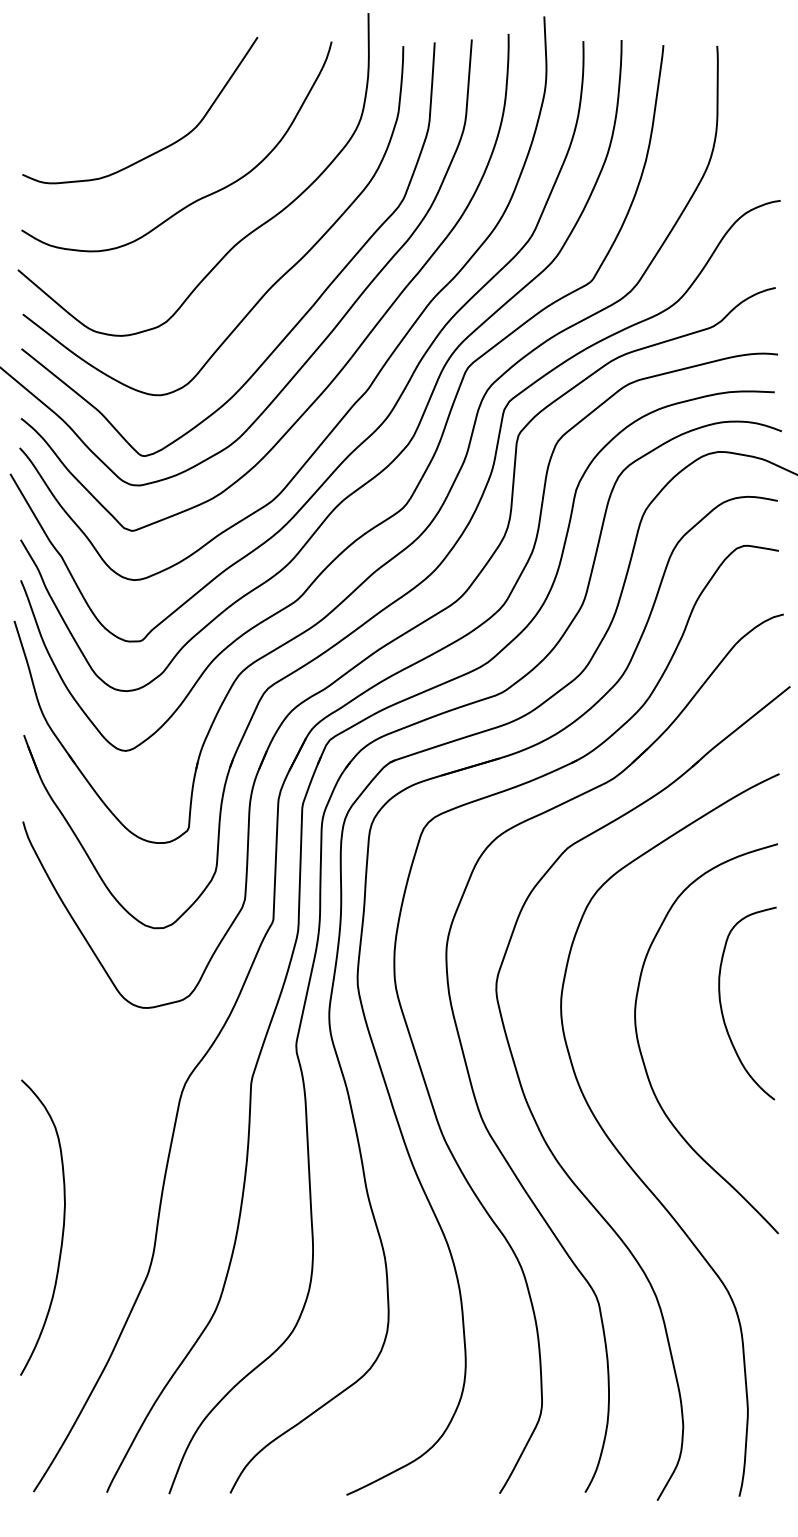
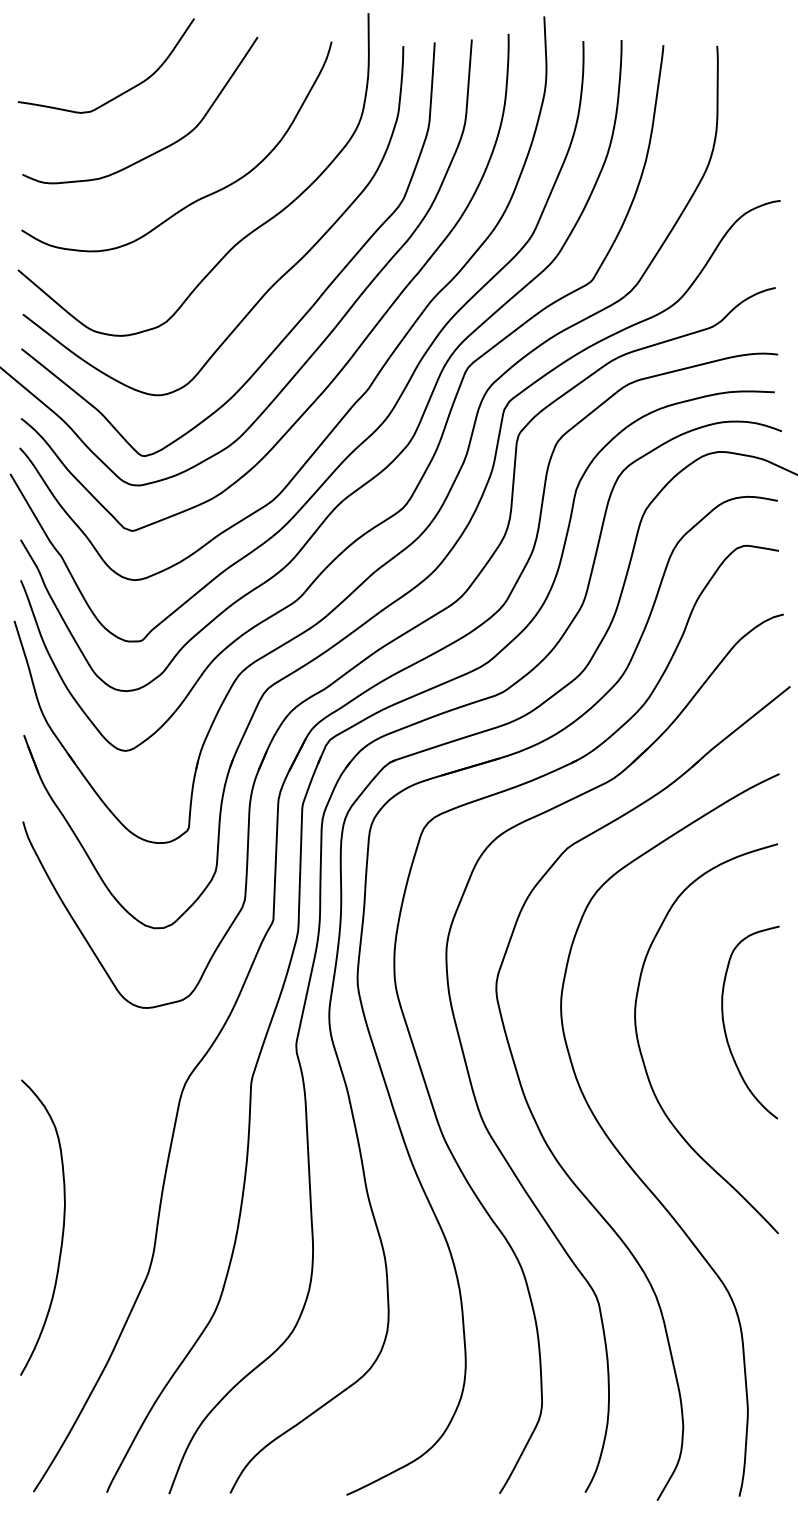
curve at (122, 92): none -> present
curve at (722, 1008) position: (722, 1008) -> (725, 1027)
